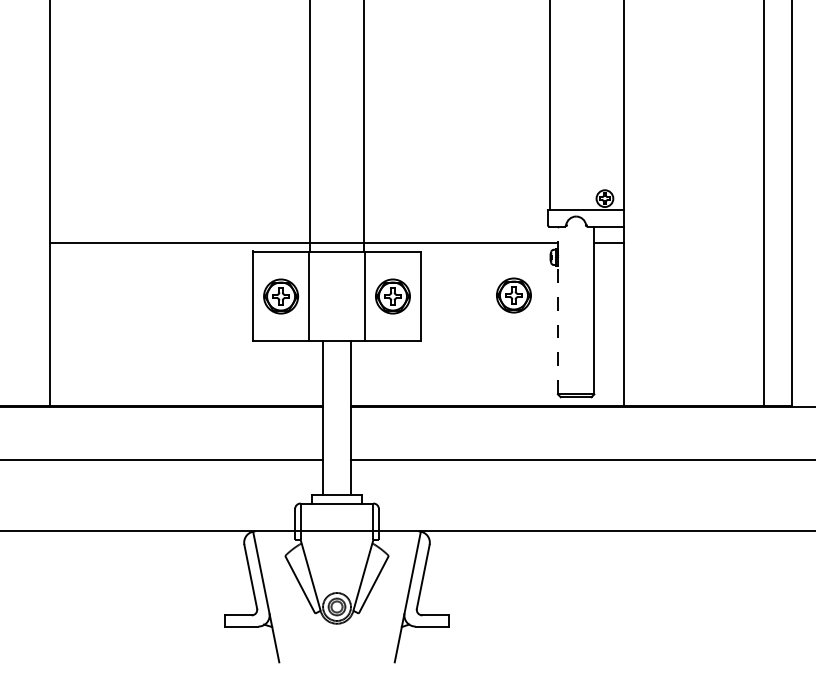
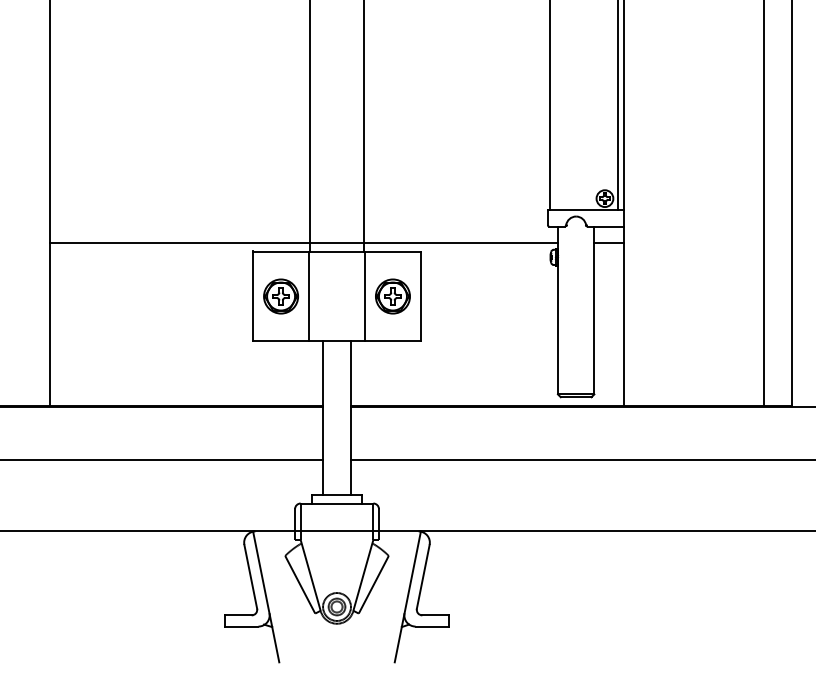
line at (618, 105): none -> present
part at (513, 295): present -> none
line at (557, 310): dashed -> solid
